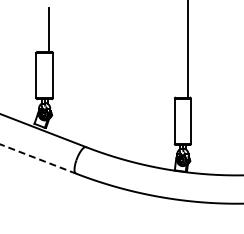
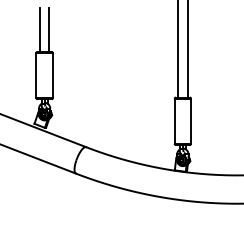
line at (39, 29): none -> present
line at (178, 49): none -> present
line at (38, 159): dashed -> solid
